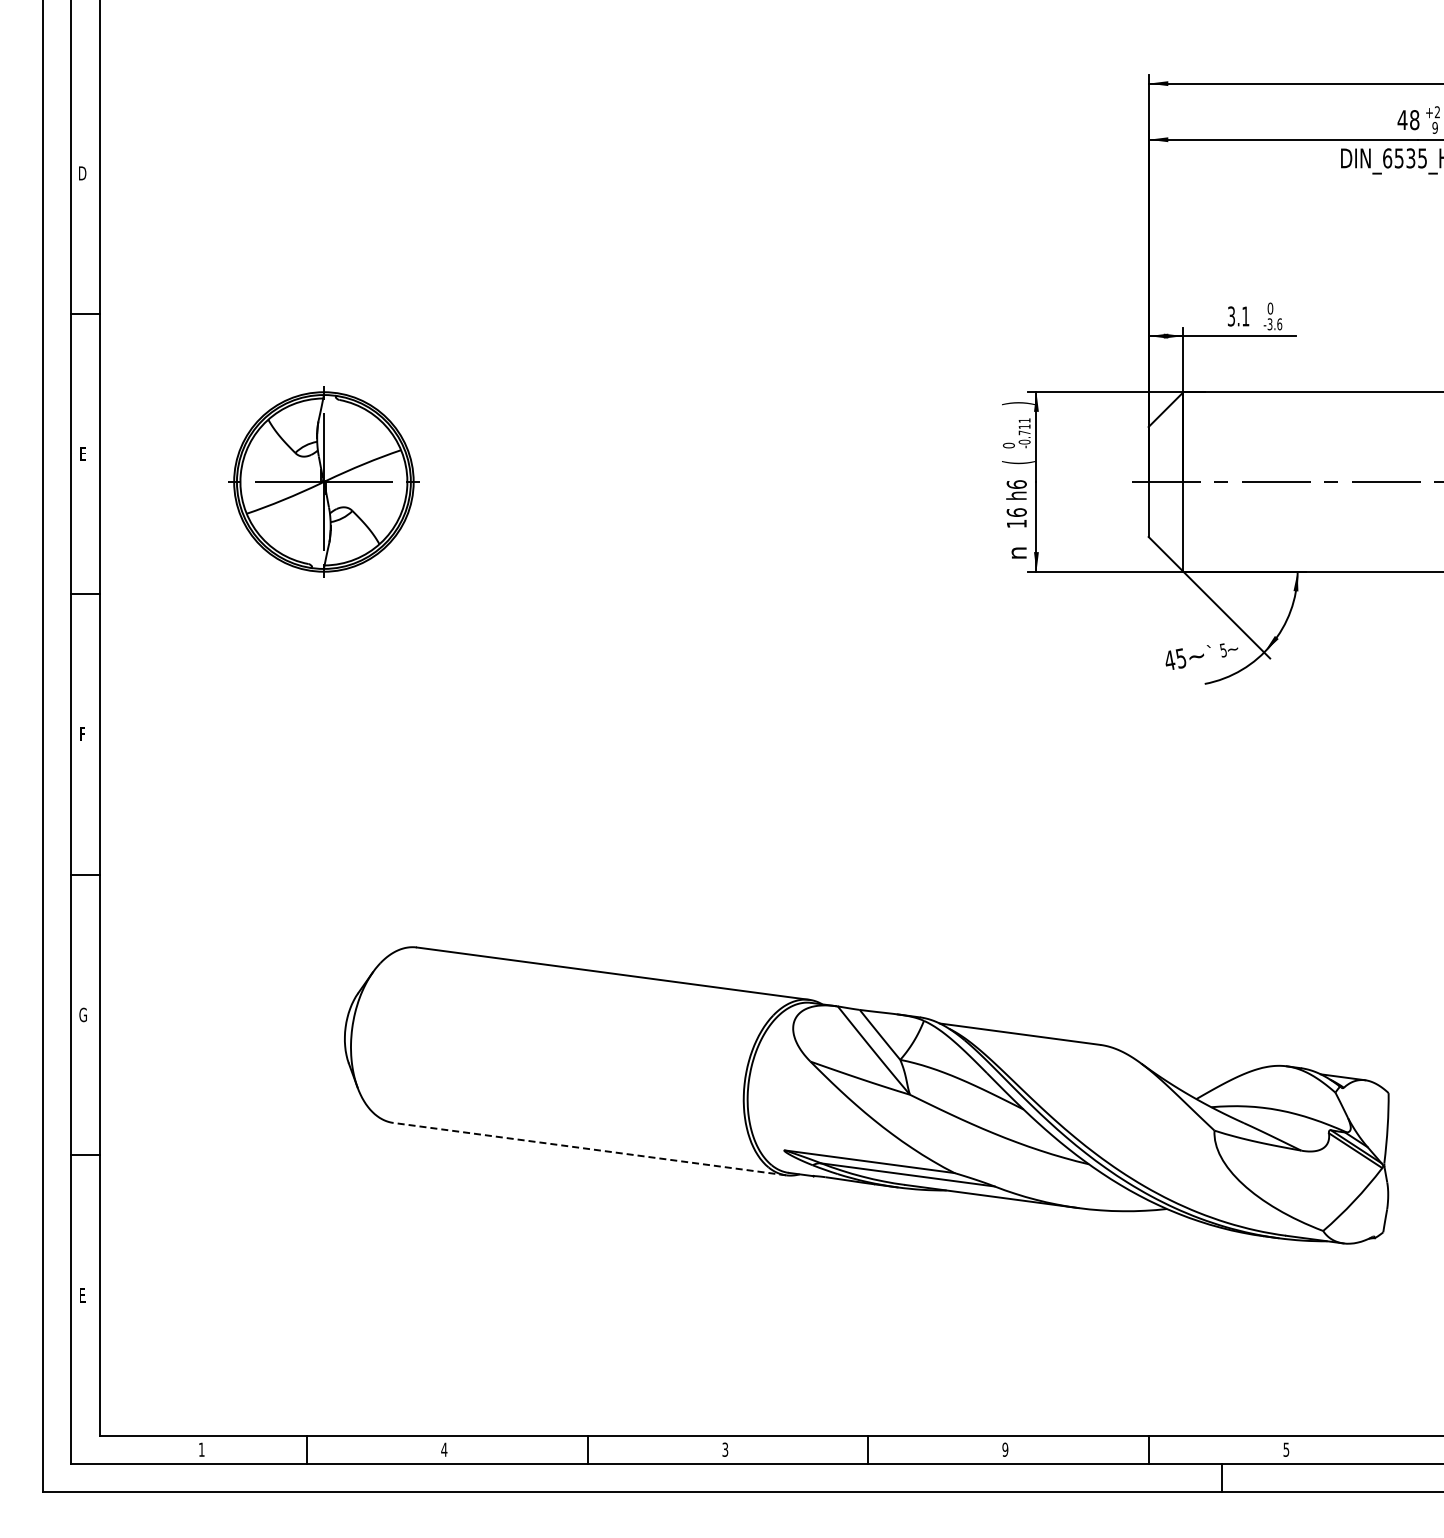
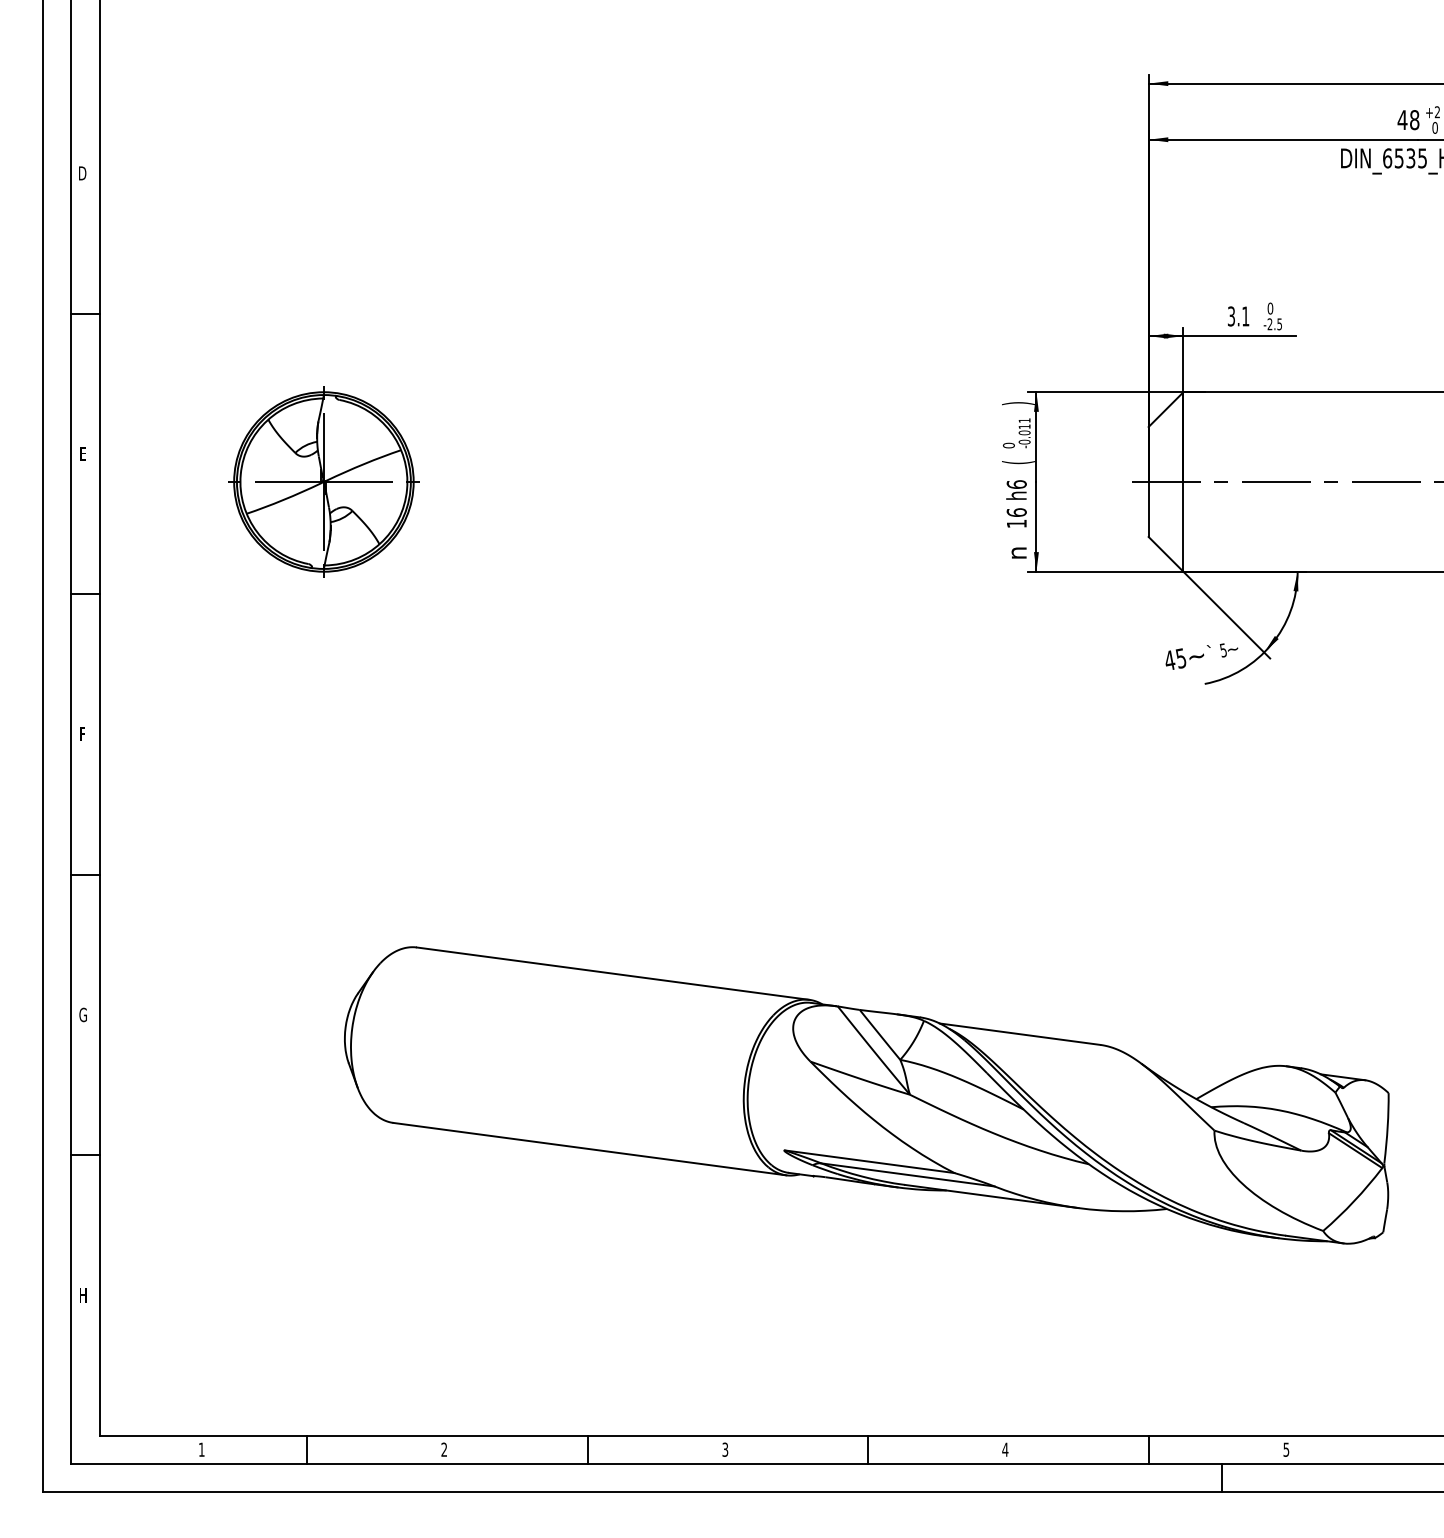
text at (1434, 127): 9 -> 0
text at (1274, 324): -3.6 -> -2.5
text at (1024, 432): -0.711 -> -0.011
line at (589, 1149): dashed -> solid
text at (83, 1295): E -> H
text at (444, 1449): 4 -> 2
text at (1005, 1449): 9 -> 4
